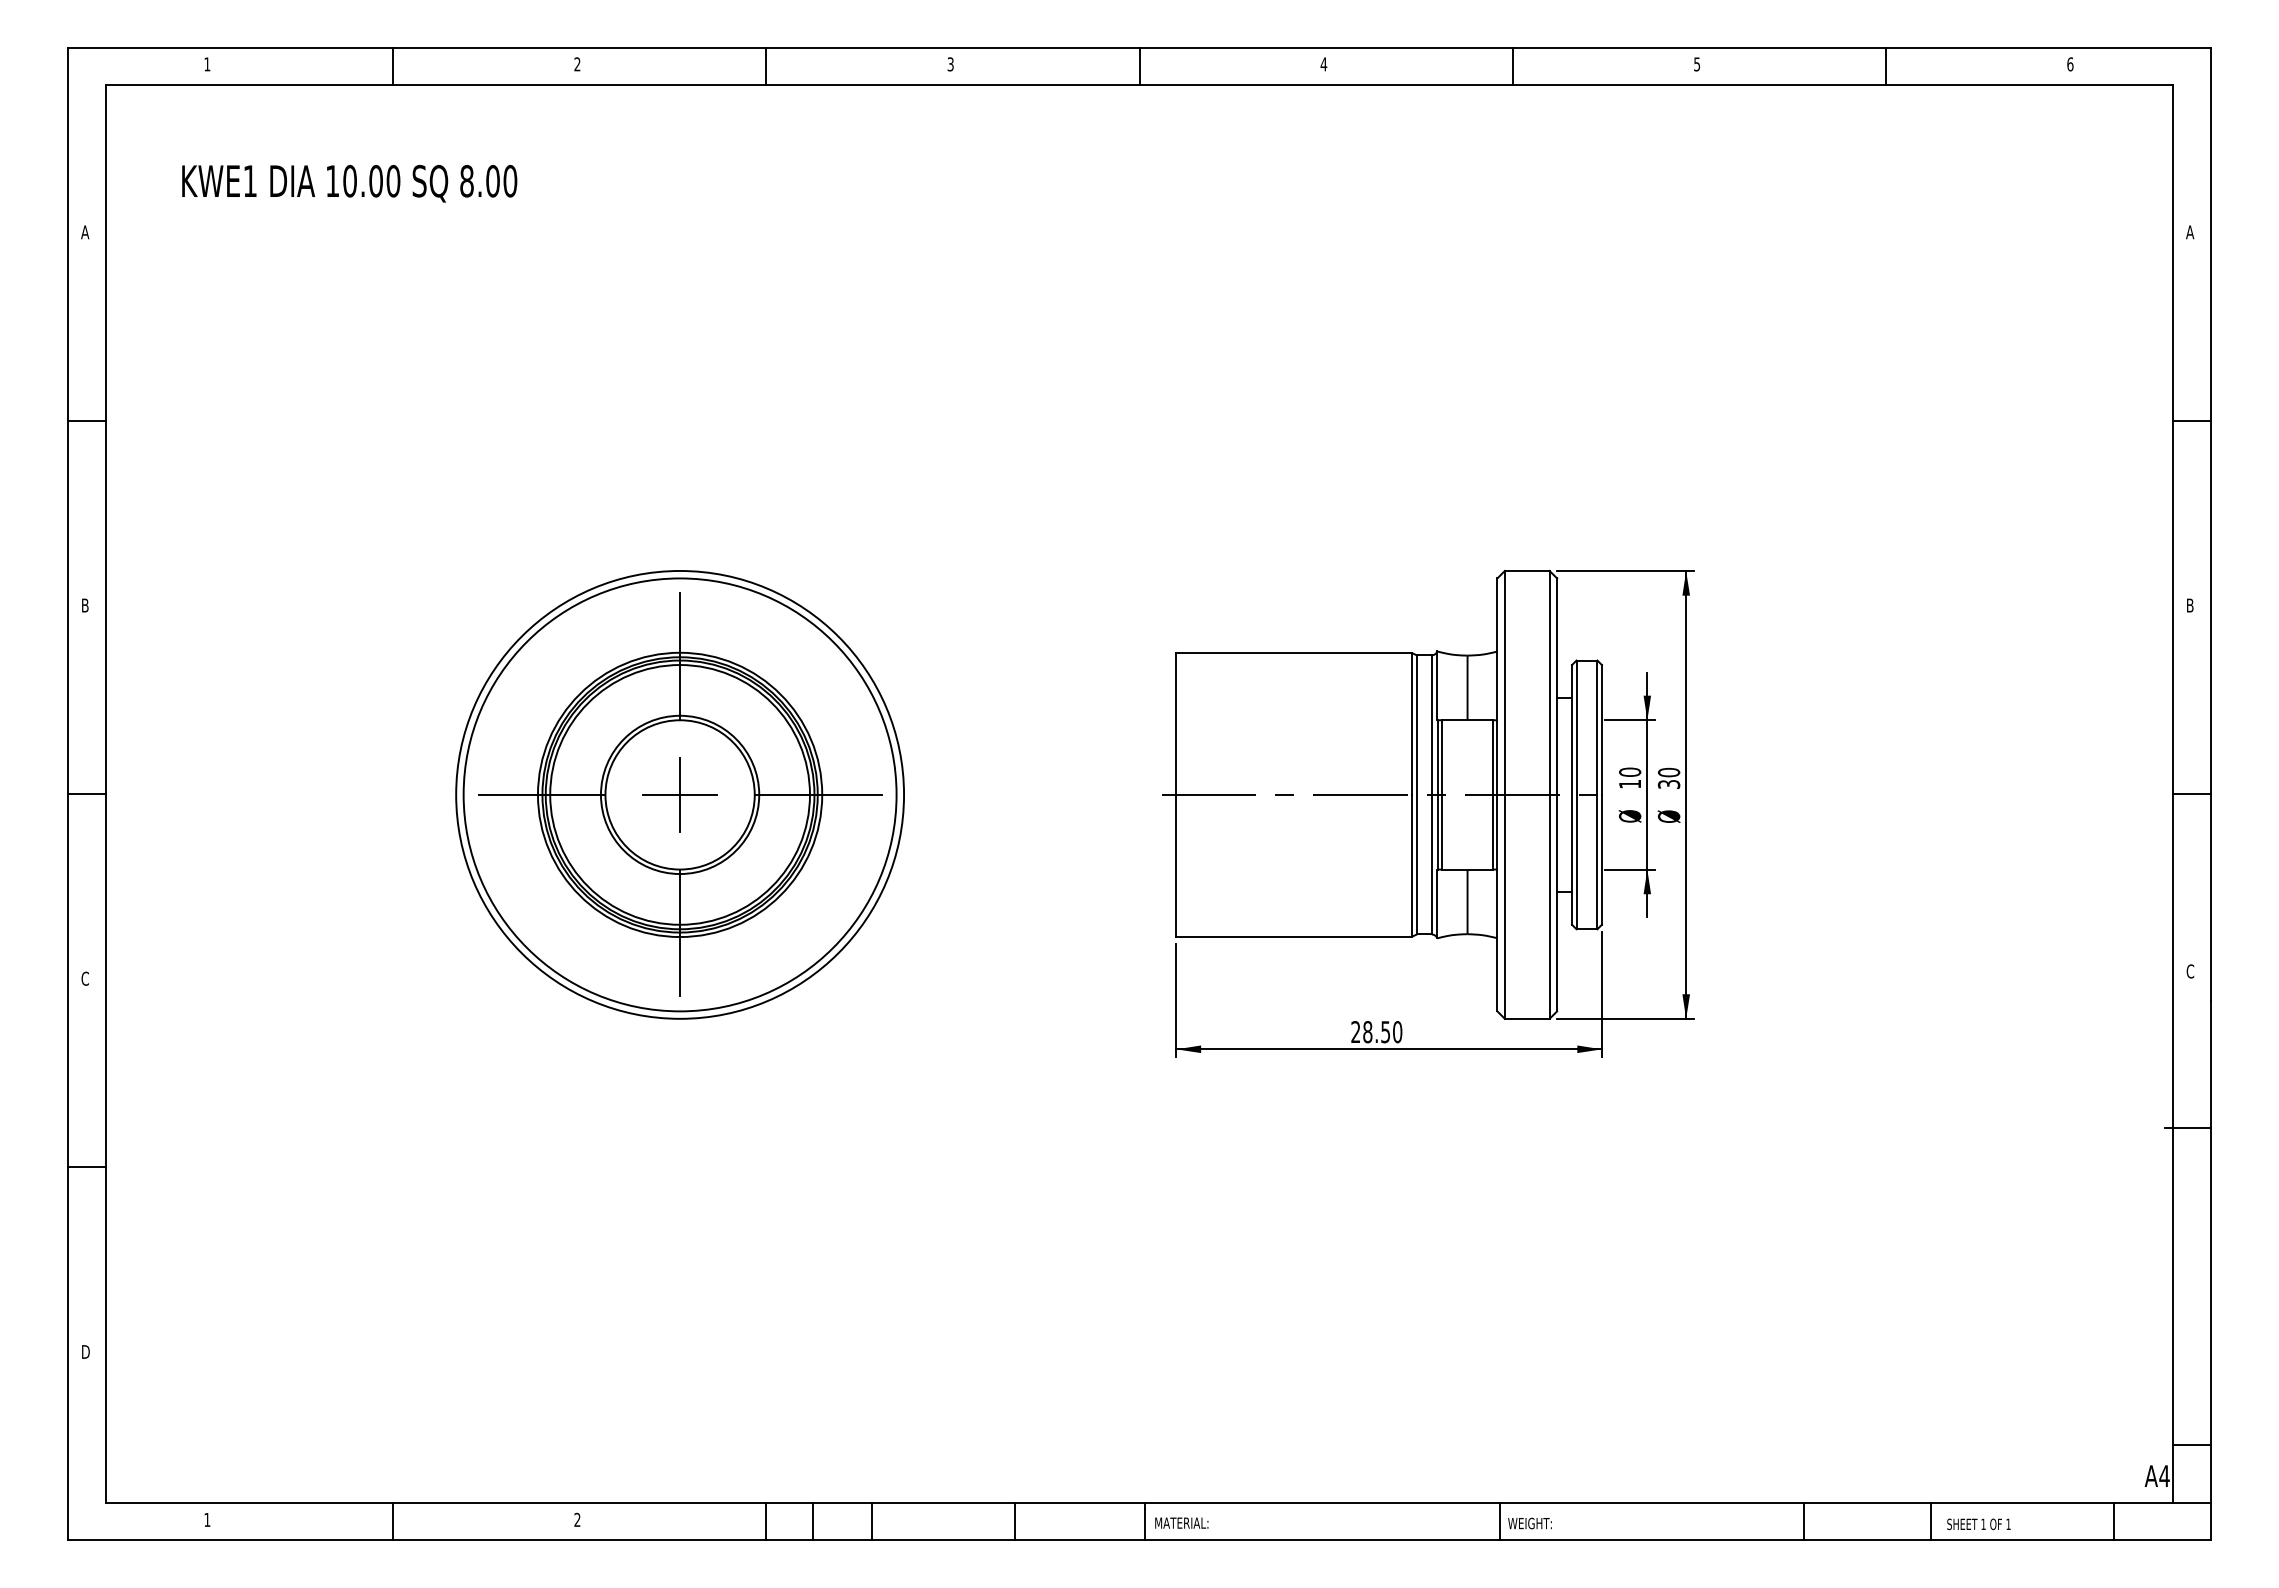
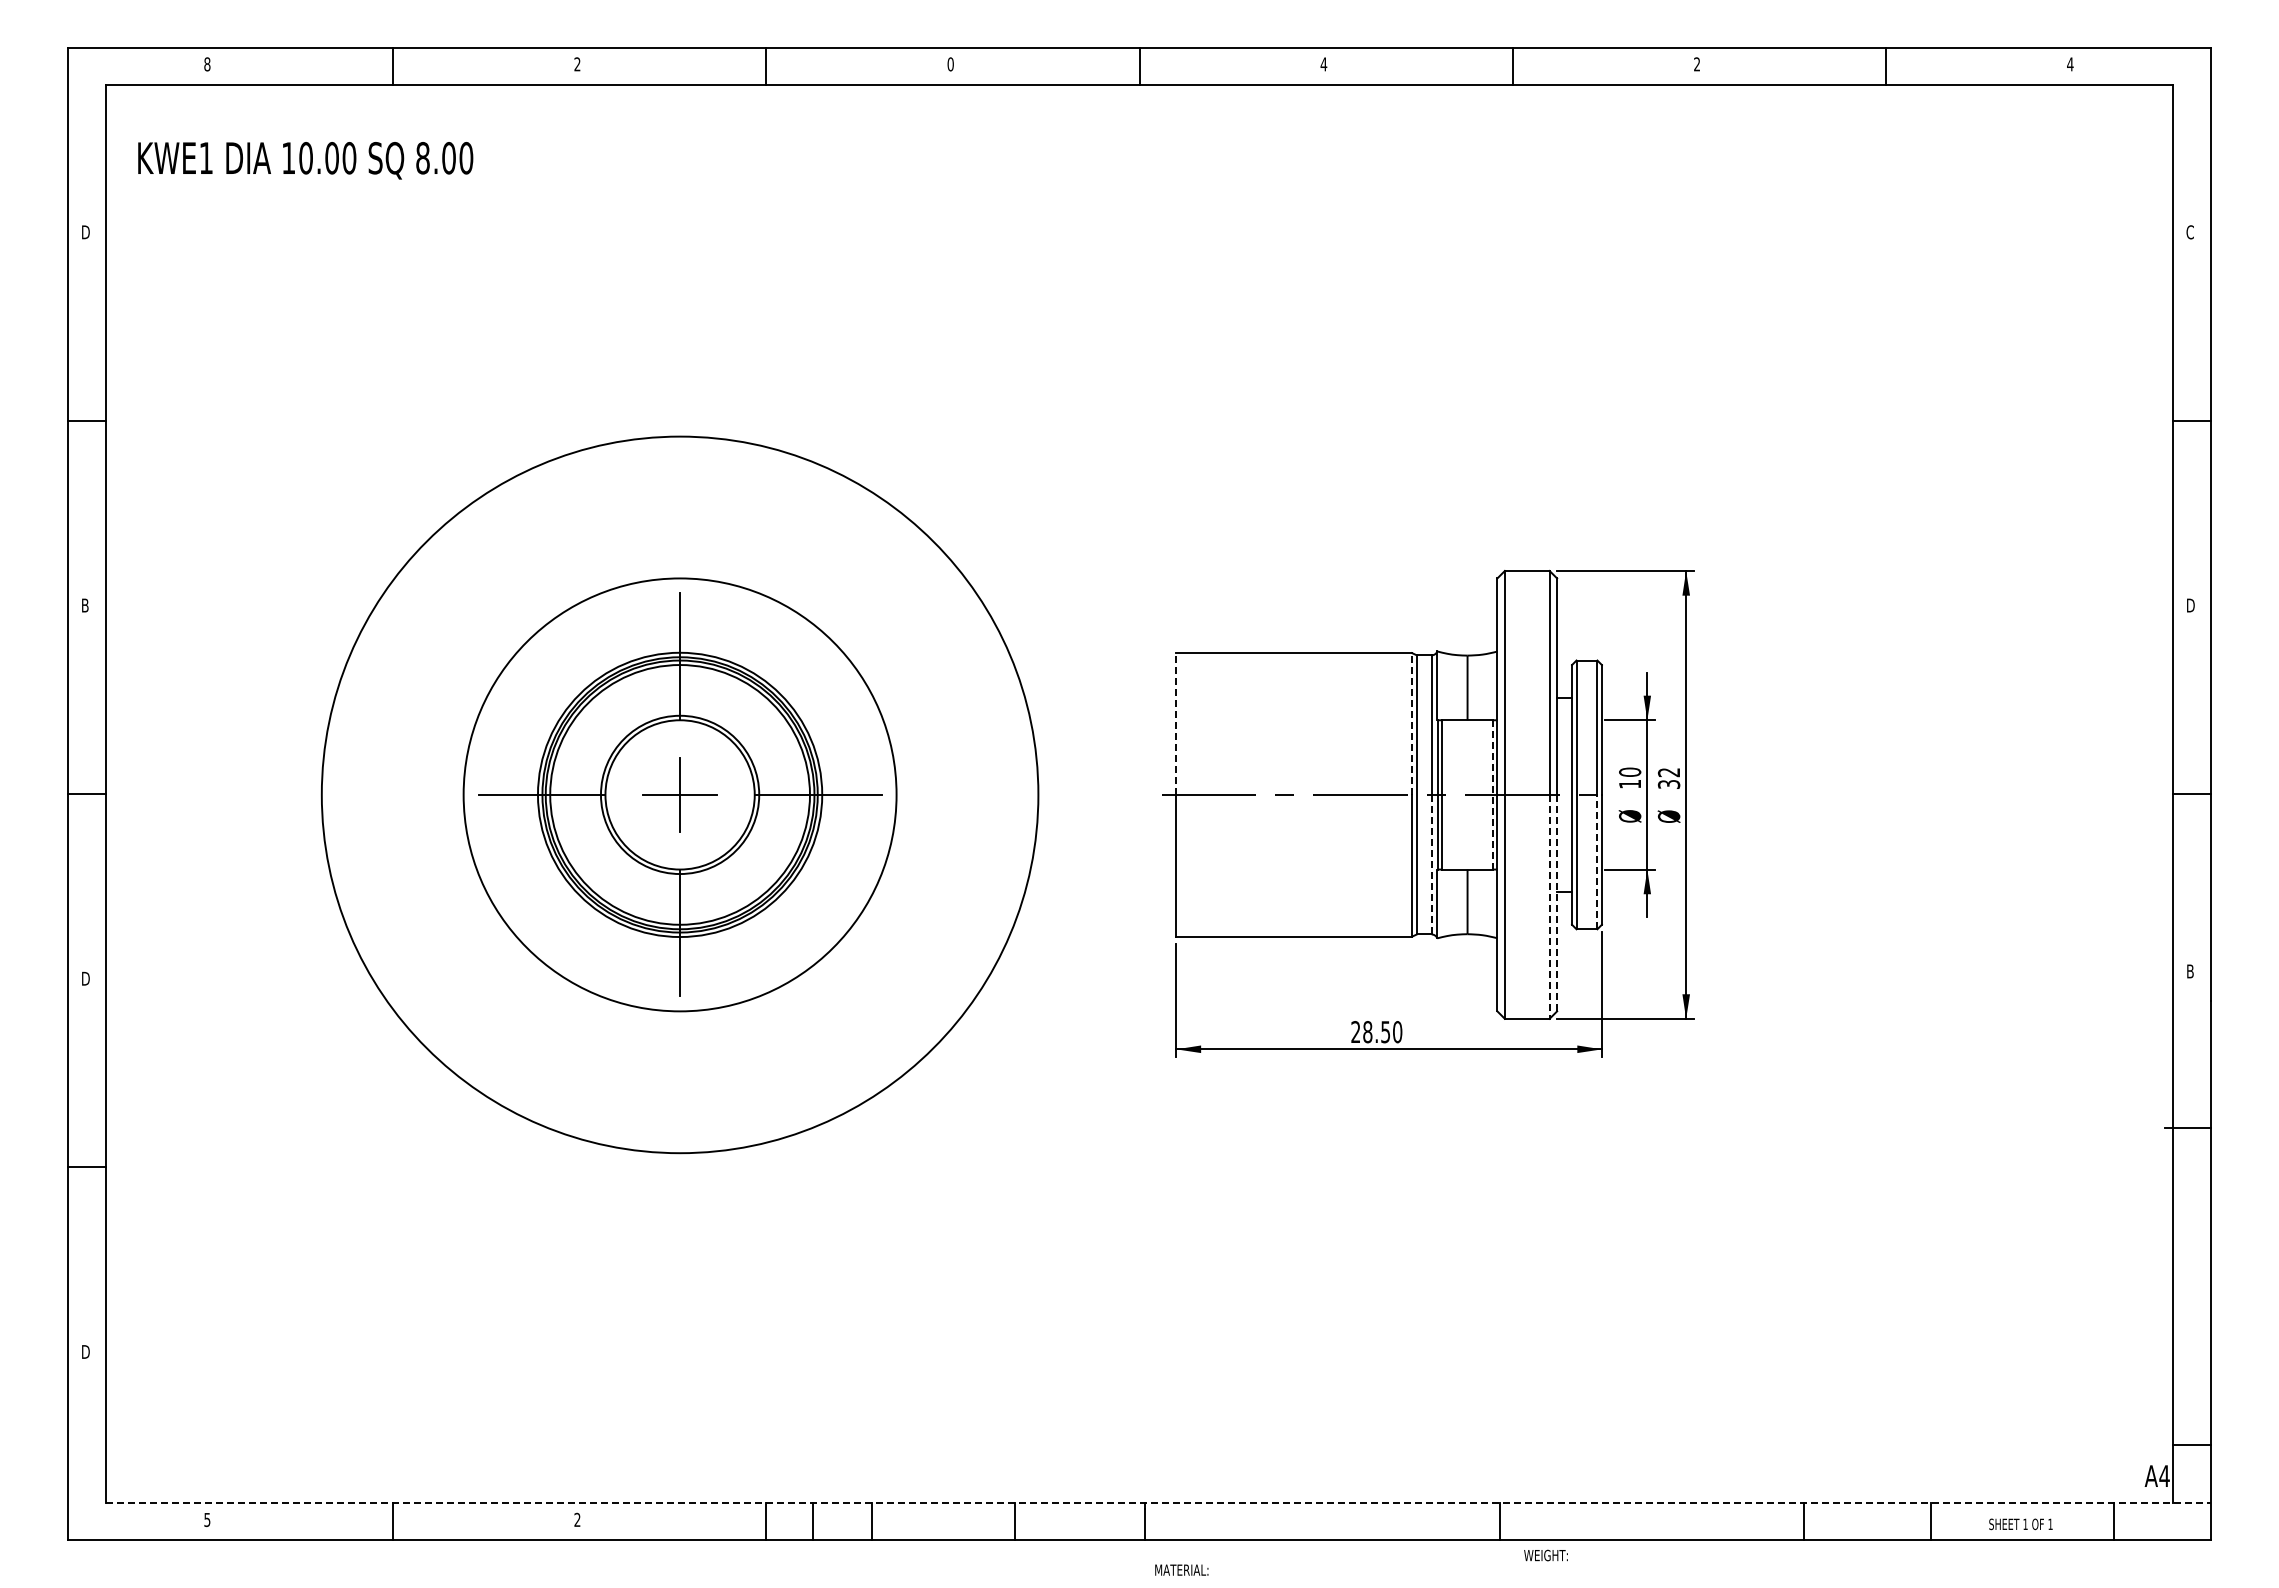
text at (207, 64): 1 -> 8
text at (950, 64): 3 -> 0
text at (1697, 64): 5 -> 2
text at (2070, 64): 6 -> 4
text at (349, 183) position: (349, 183) -> (305, 160)
text at (85, 232): A -> D
text at (2190, 232): A -> C
text at (2191, 605): B -> D
line at (1176, 724): solid -> dashed
line at (1412, 724): solid -> dashed
text at (1669, 772): 30 -> 32
circle at (680, 794) diameter: 448 px -> 717 px
line at (1492, 794): solid -> dashed
line at (1597, 861): solid -> dashed
line at (1431, 864): solid -> dashed
line at (1557, 903): solid -> dashed
line at (1549, 906): solid -> dashed
text at (2190, 971): C -> B
text at (85, 978): C -> D
line at (1158, 1503): solid -> dashed
text at (207, 1520): 1 -> 5
text at (1181, 1522) position: (1181, 1522) -> (1181, 1569)
text at (1529, 1523) position: (1529, 1523) -> (1545, 1555)
text at (1978, 1524) position: (1978, 1524) -> (2020, 1524)
